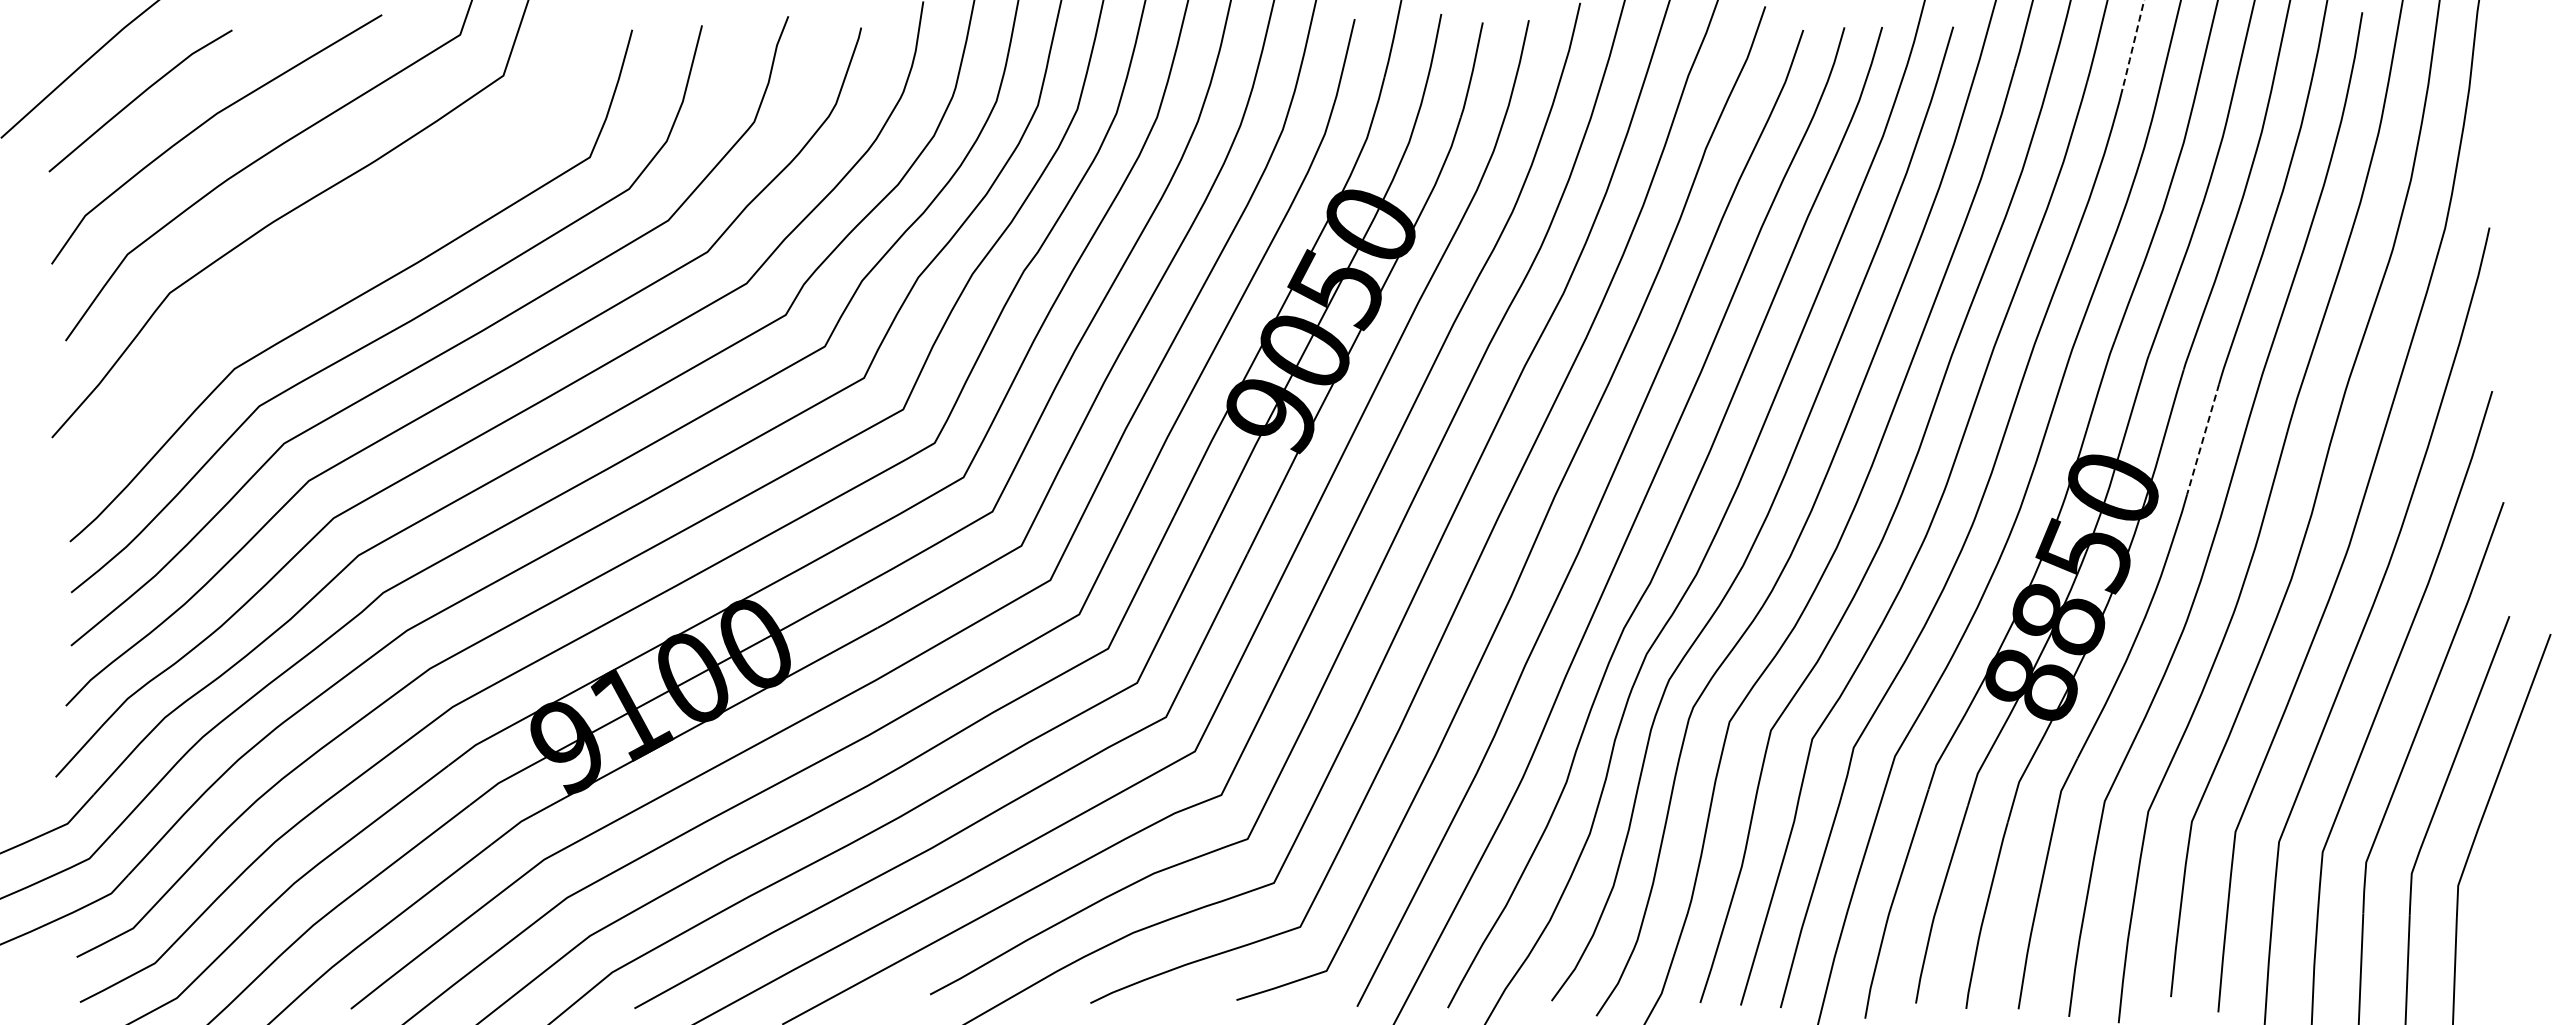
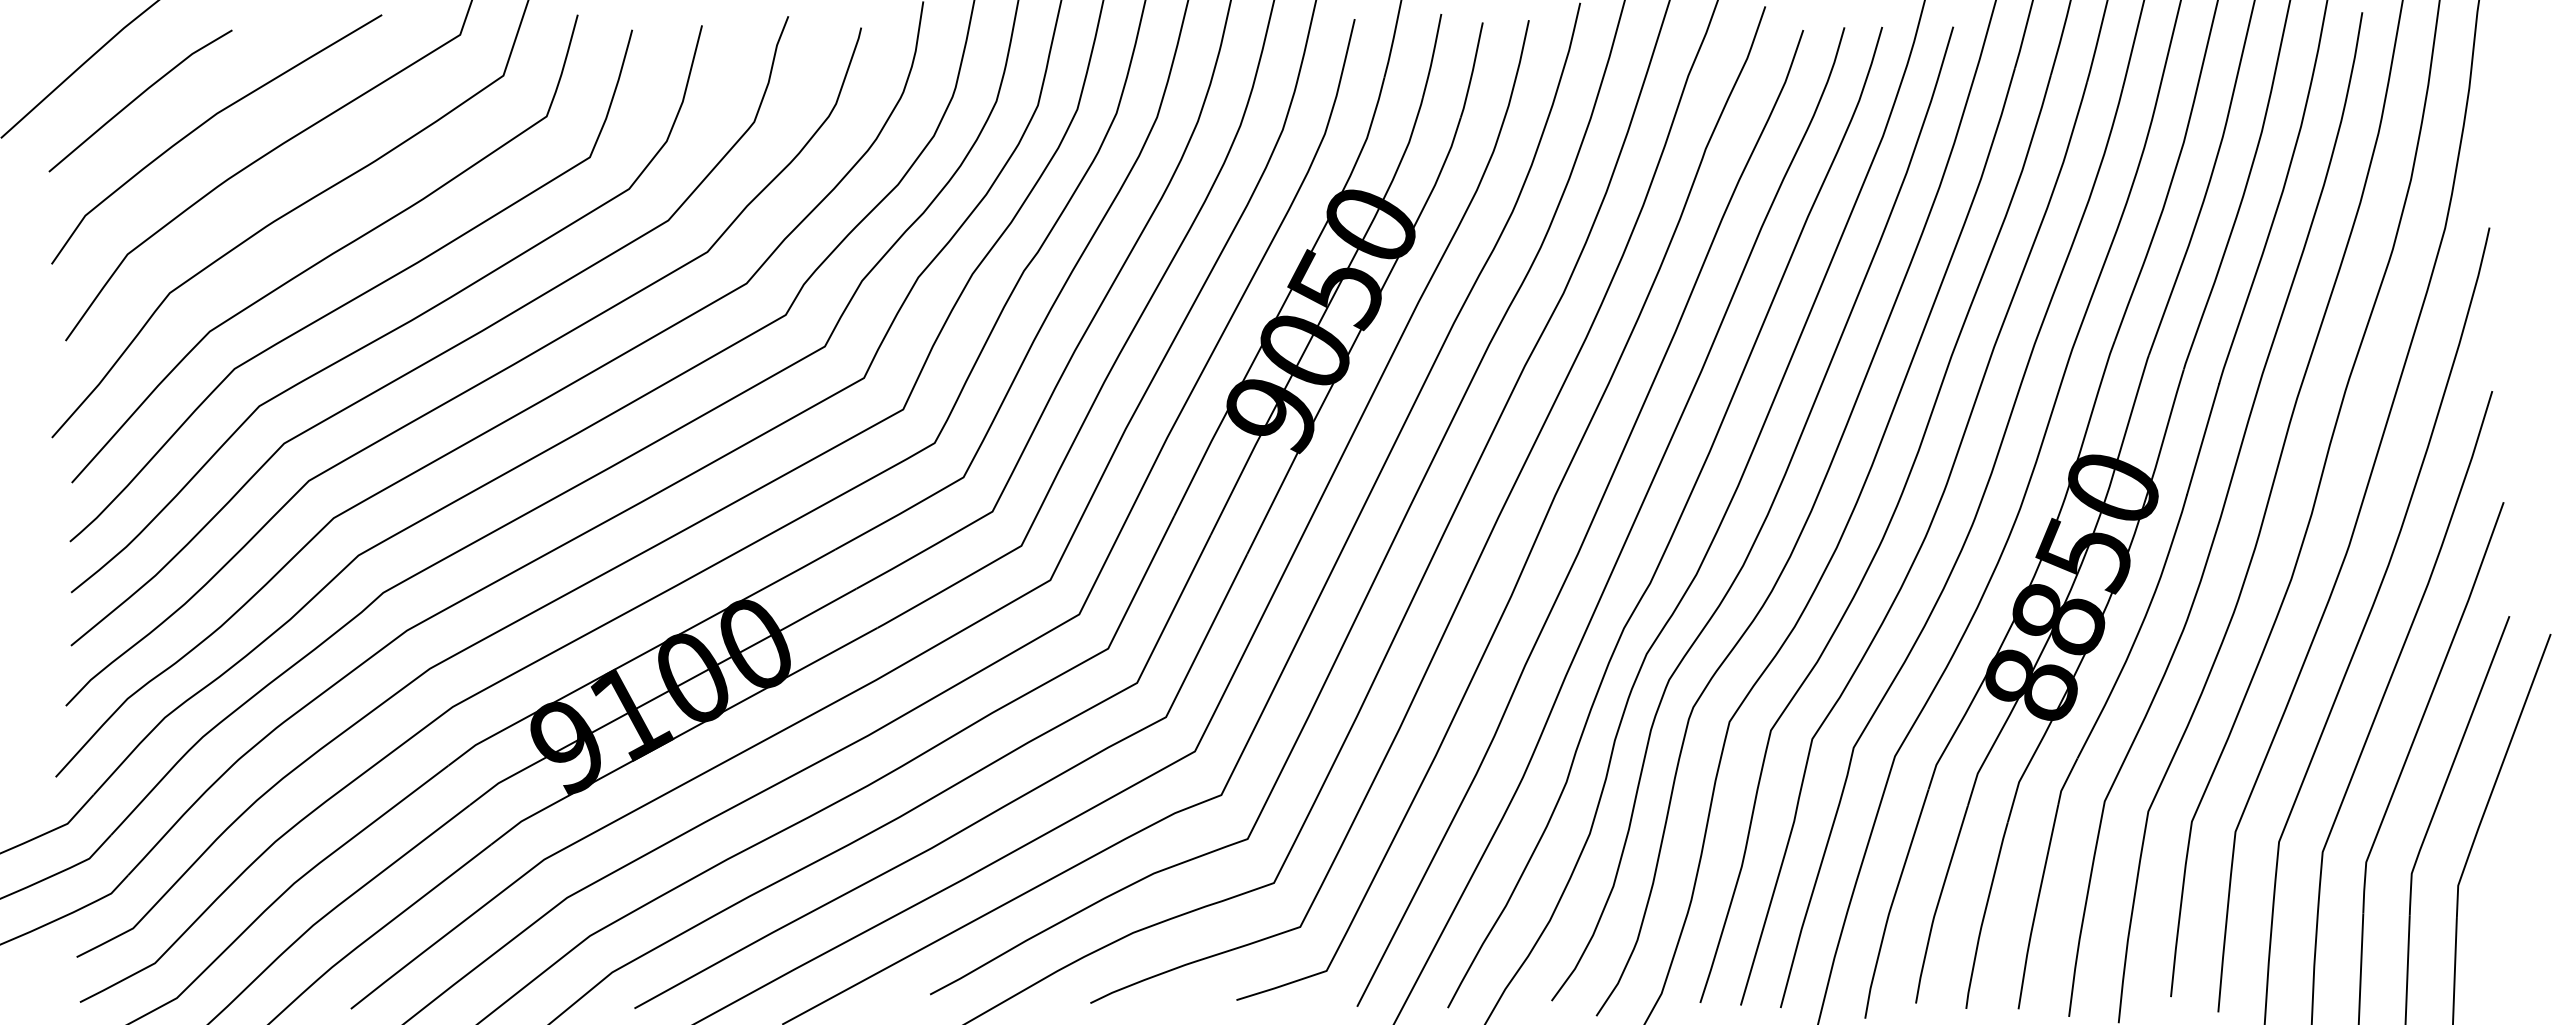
line at (2133, 46): dashed -> solid
curve at (329, 254): none -> present
line at (2202, 439): dashed -> solid
